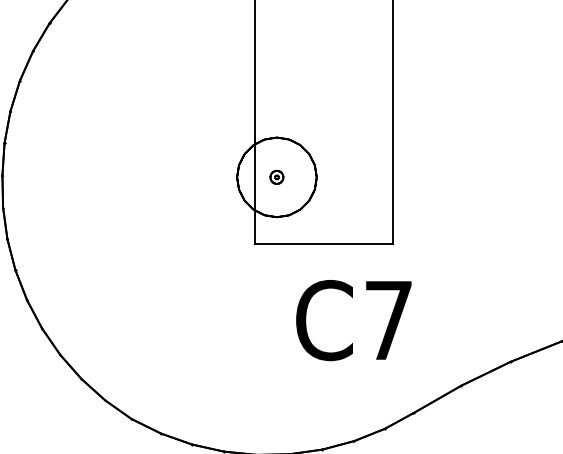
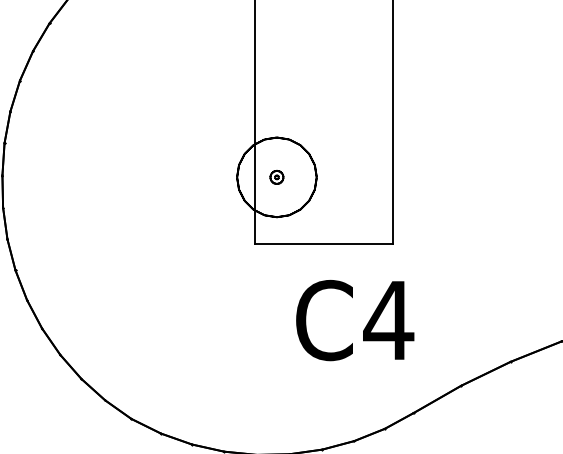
text at (388, 320): C7 -> C4
